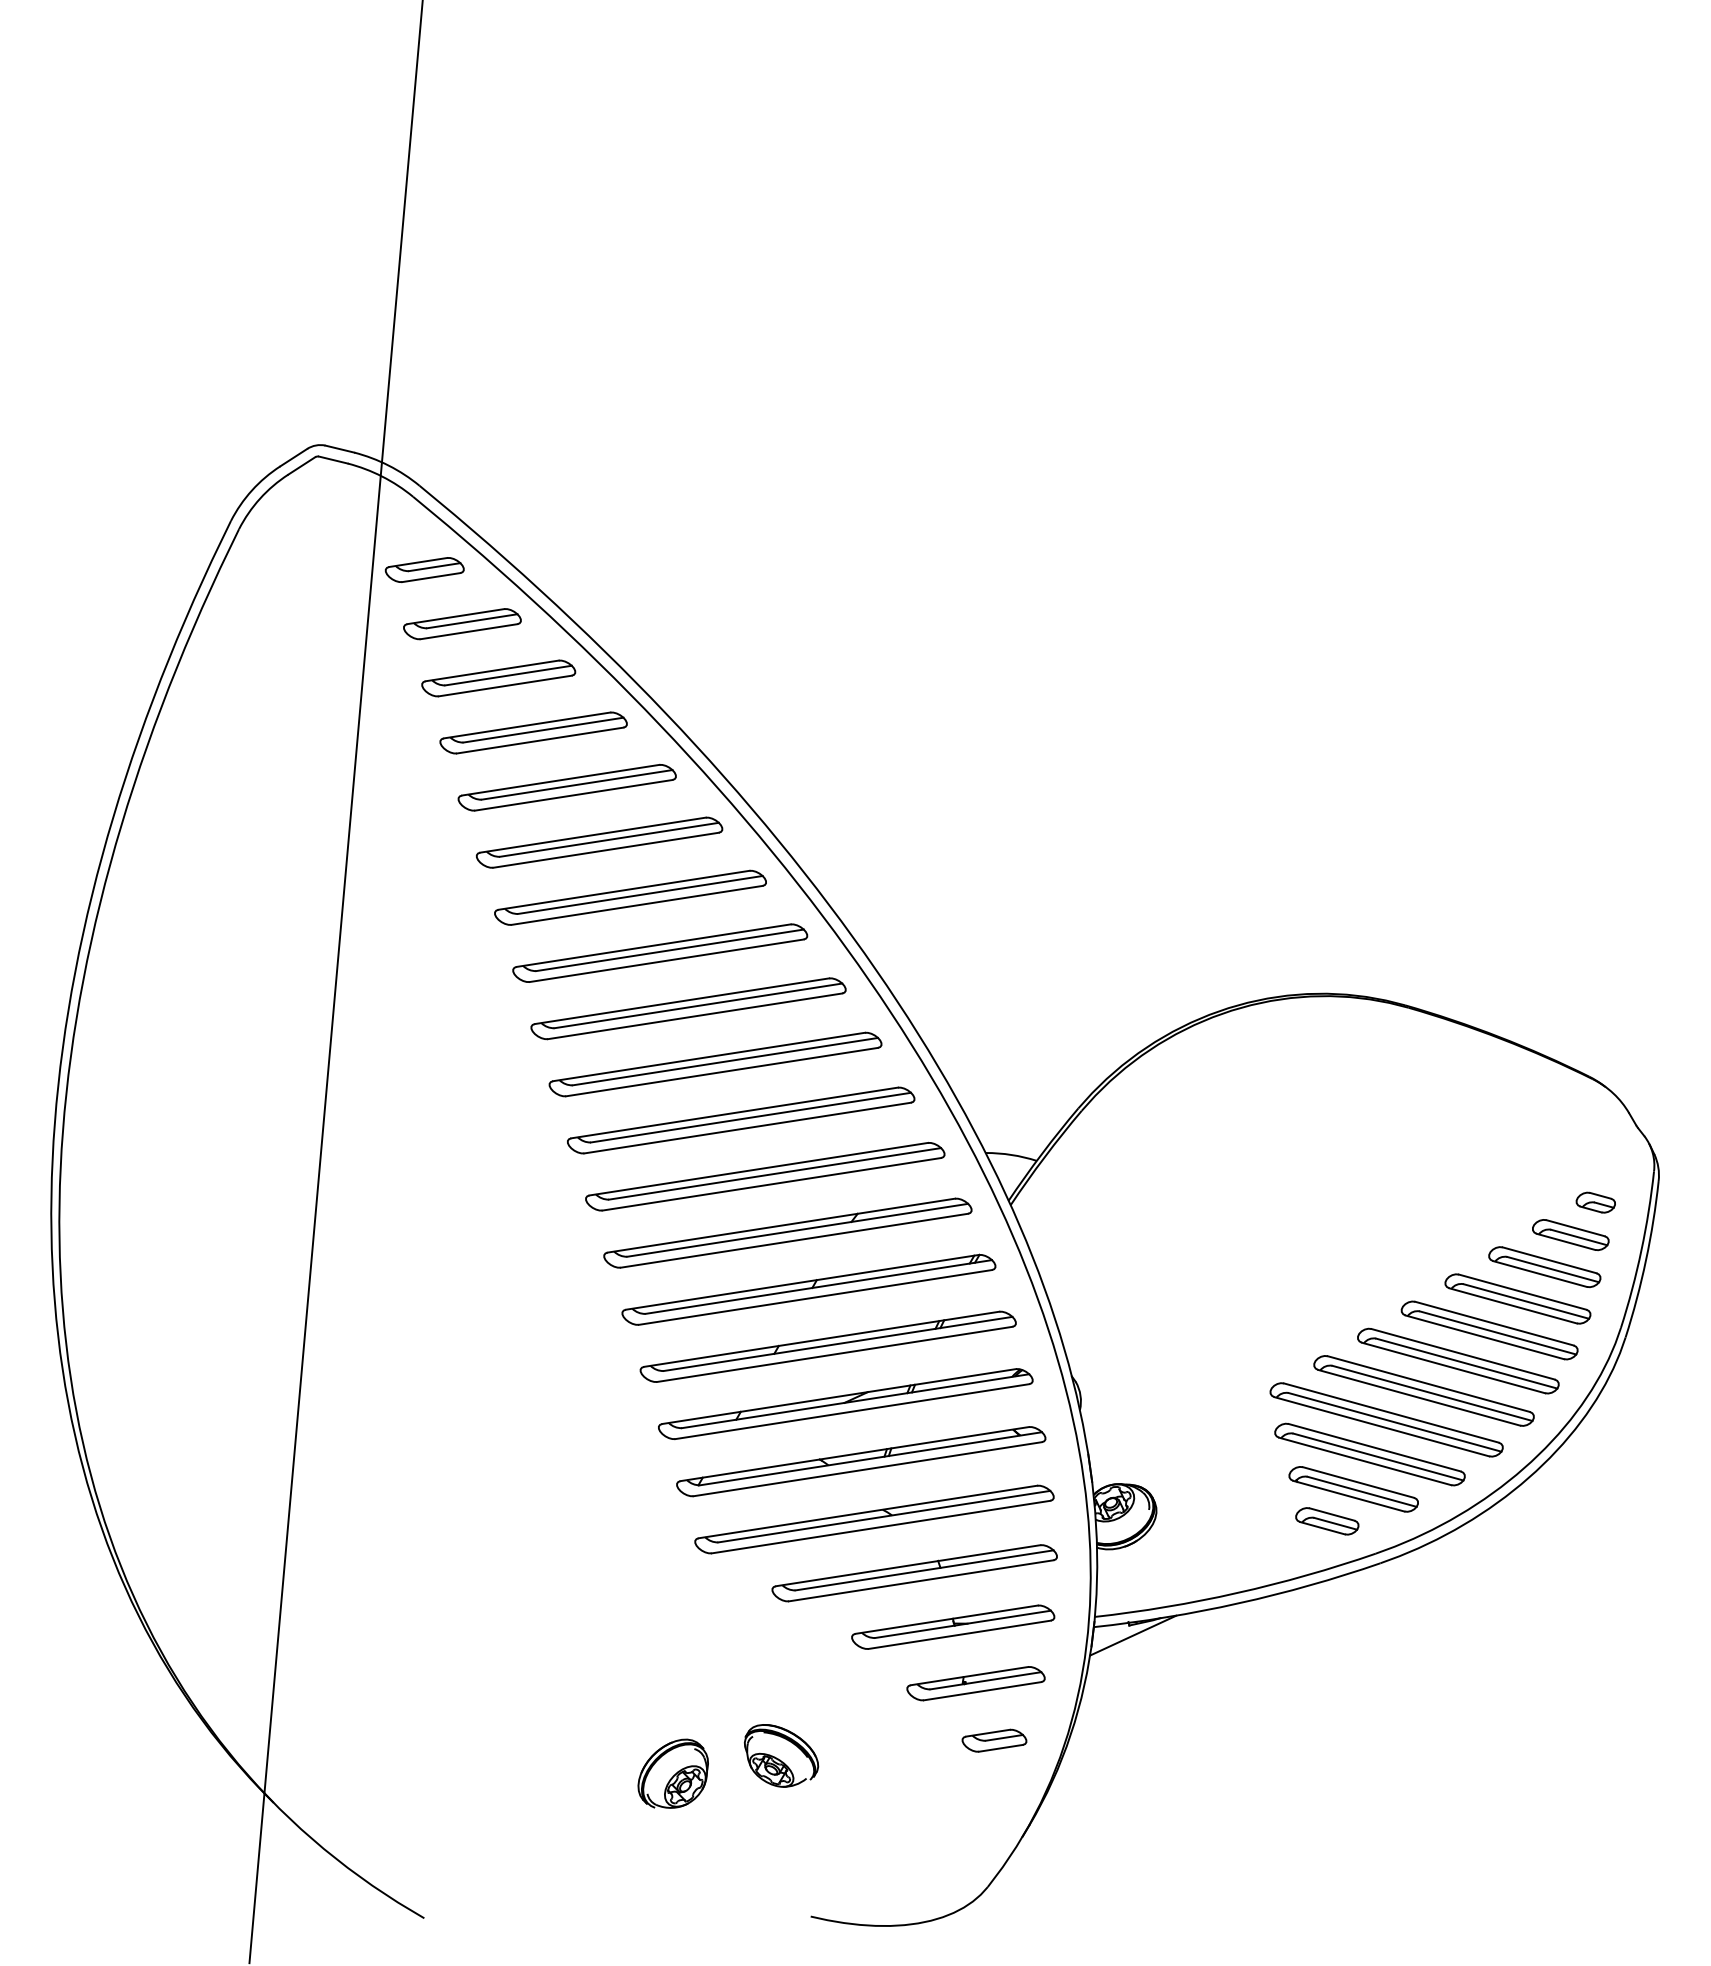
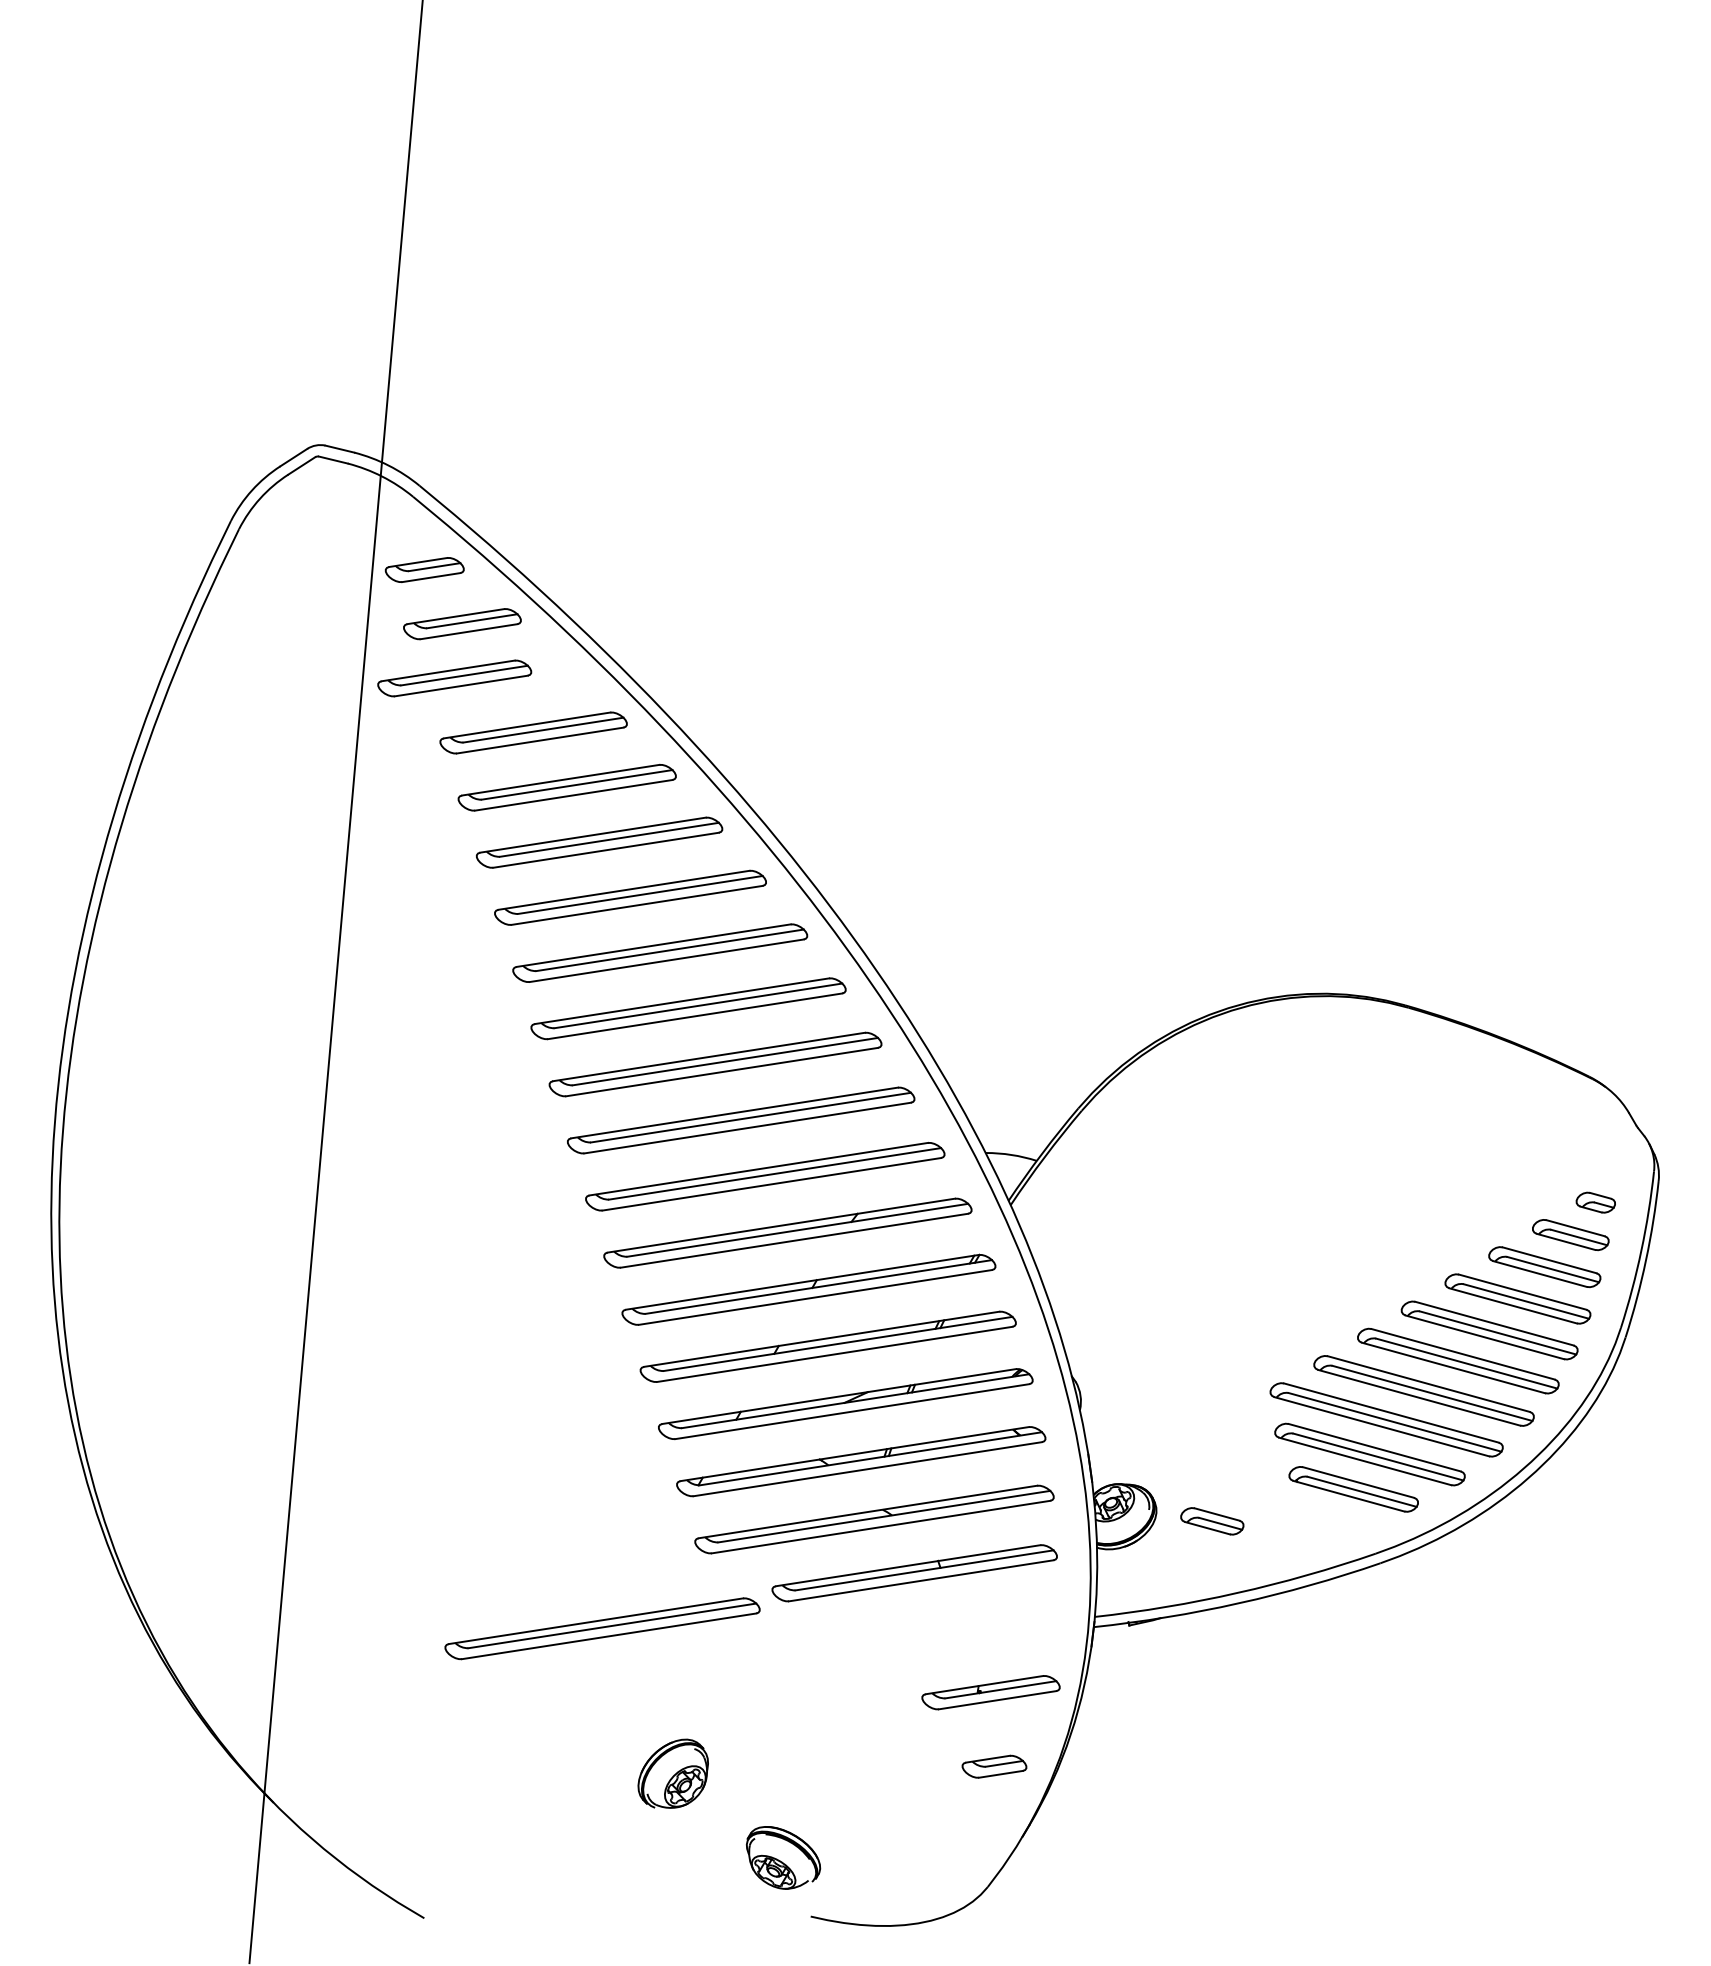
part at (498, 678) position: (498, 678) -> (454, 678)
part at (1327, 1521) position: (1327, 1521) -> (1212, 1521)
part at (953, 1626): present -> none
part at (602, 1628): none -> present
line at (1133, 1635): present -> none
part at (975, 1683) position: (975, 1683) -> (990, 1692)
part at (994, 1740) position: (994, 1740) -> (994, 1766)
part at (781, 1755) position: (781, 1755) -> (783, 1857)
